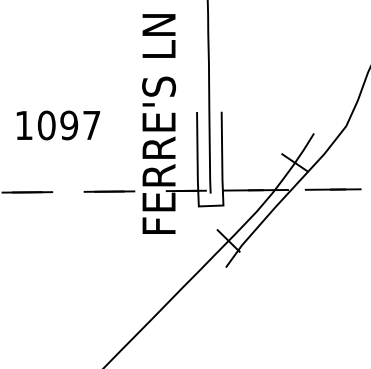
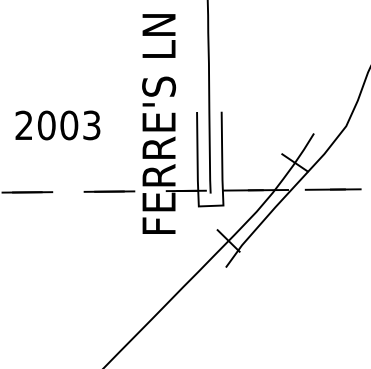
text at (57, 125): 1097 -> 2003
